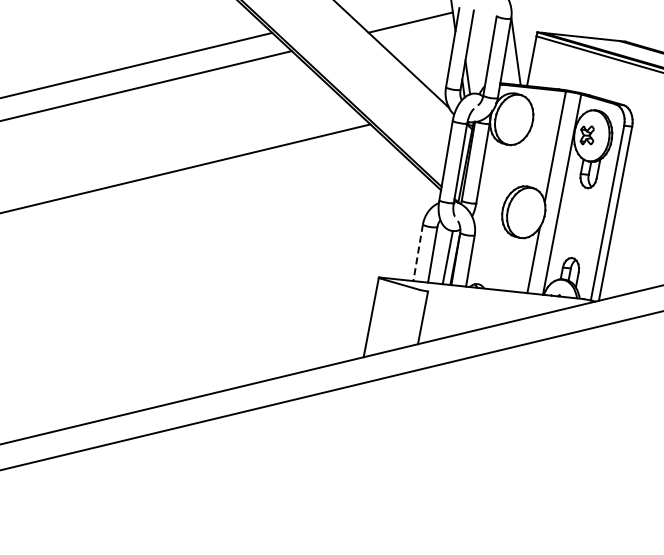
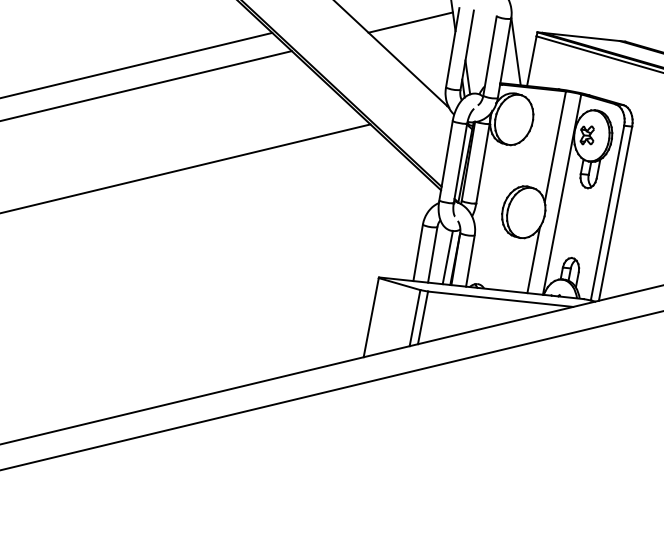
line at (418, 253): dashed -> solid
line at (500, 298): none -> present
line at (414, 318): none -> present
